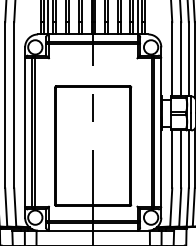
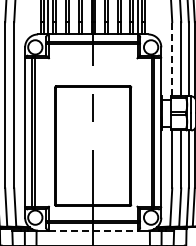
line at (172, 58): solid -> dashed
line at (93, 230): solid -> dashed
